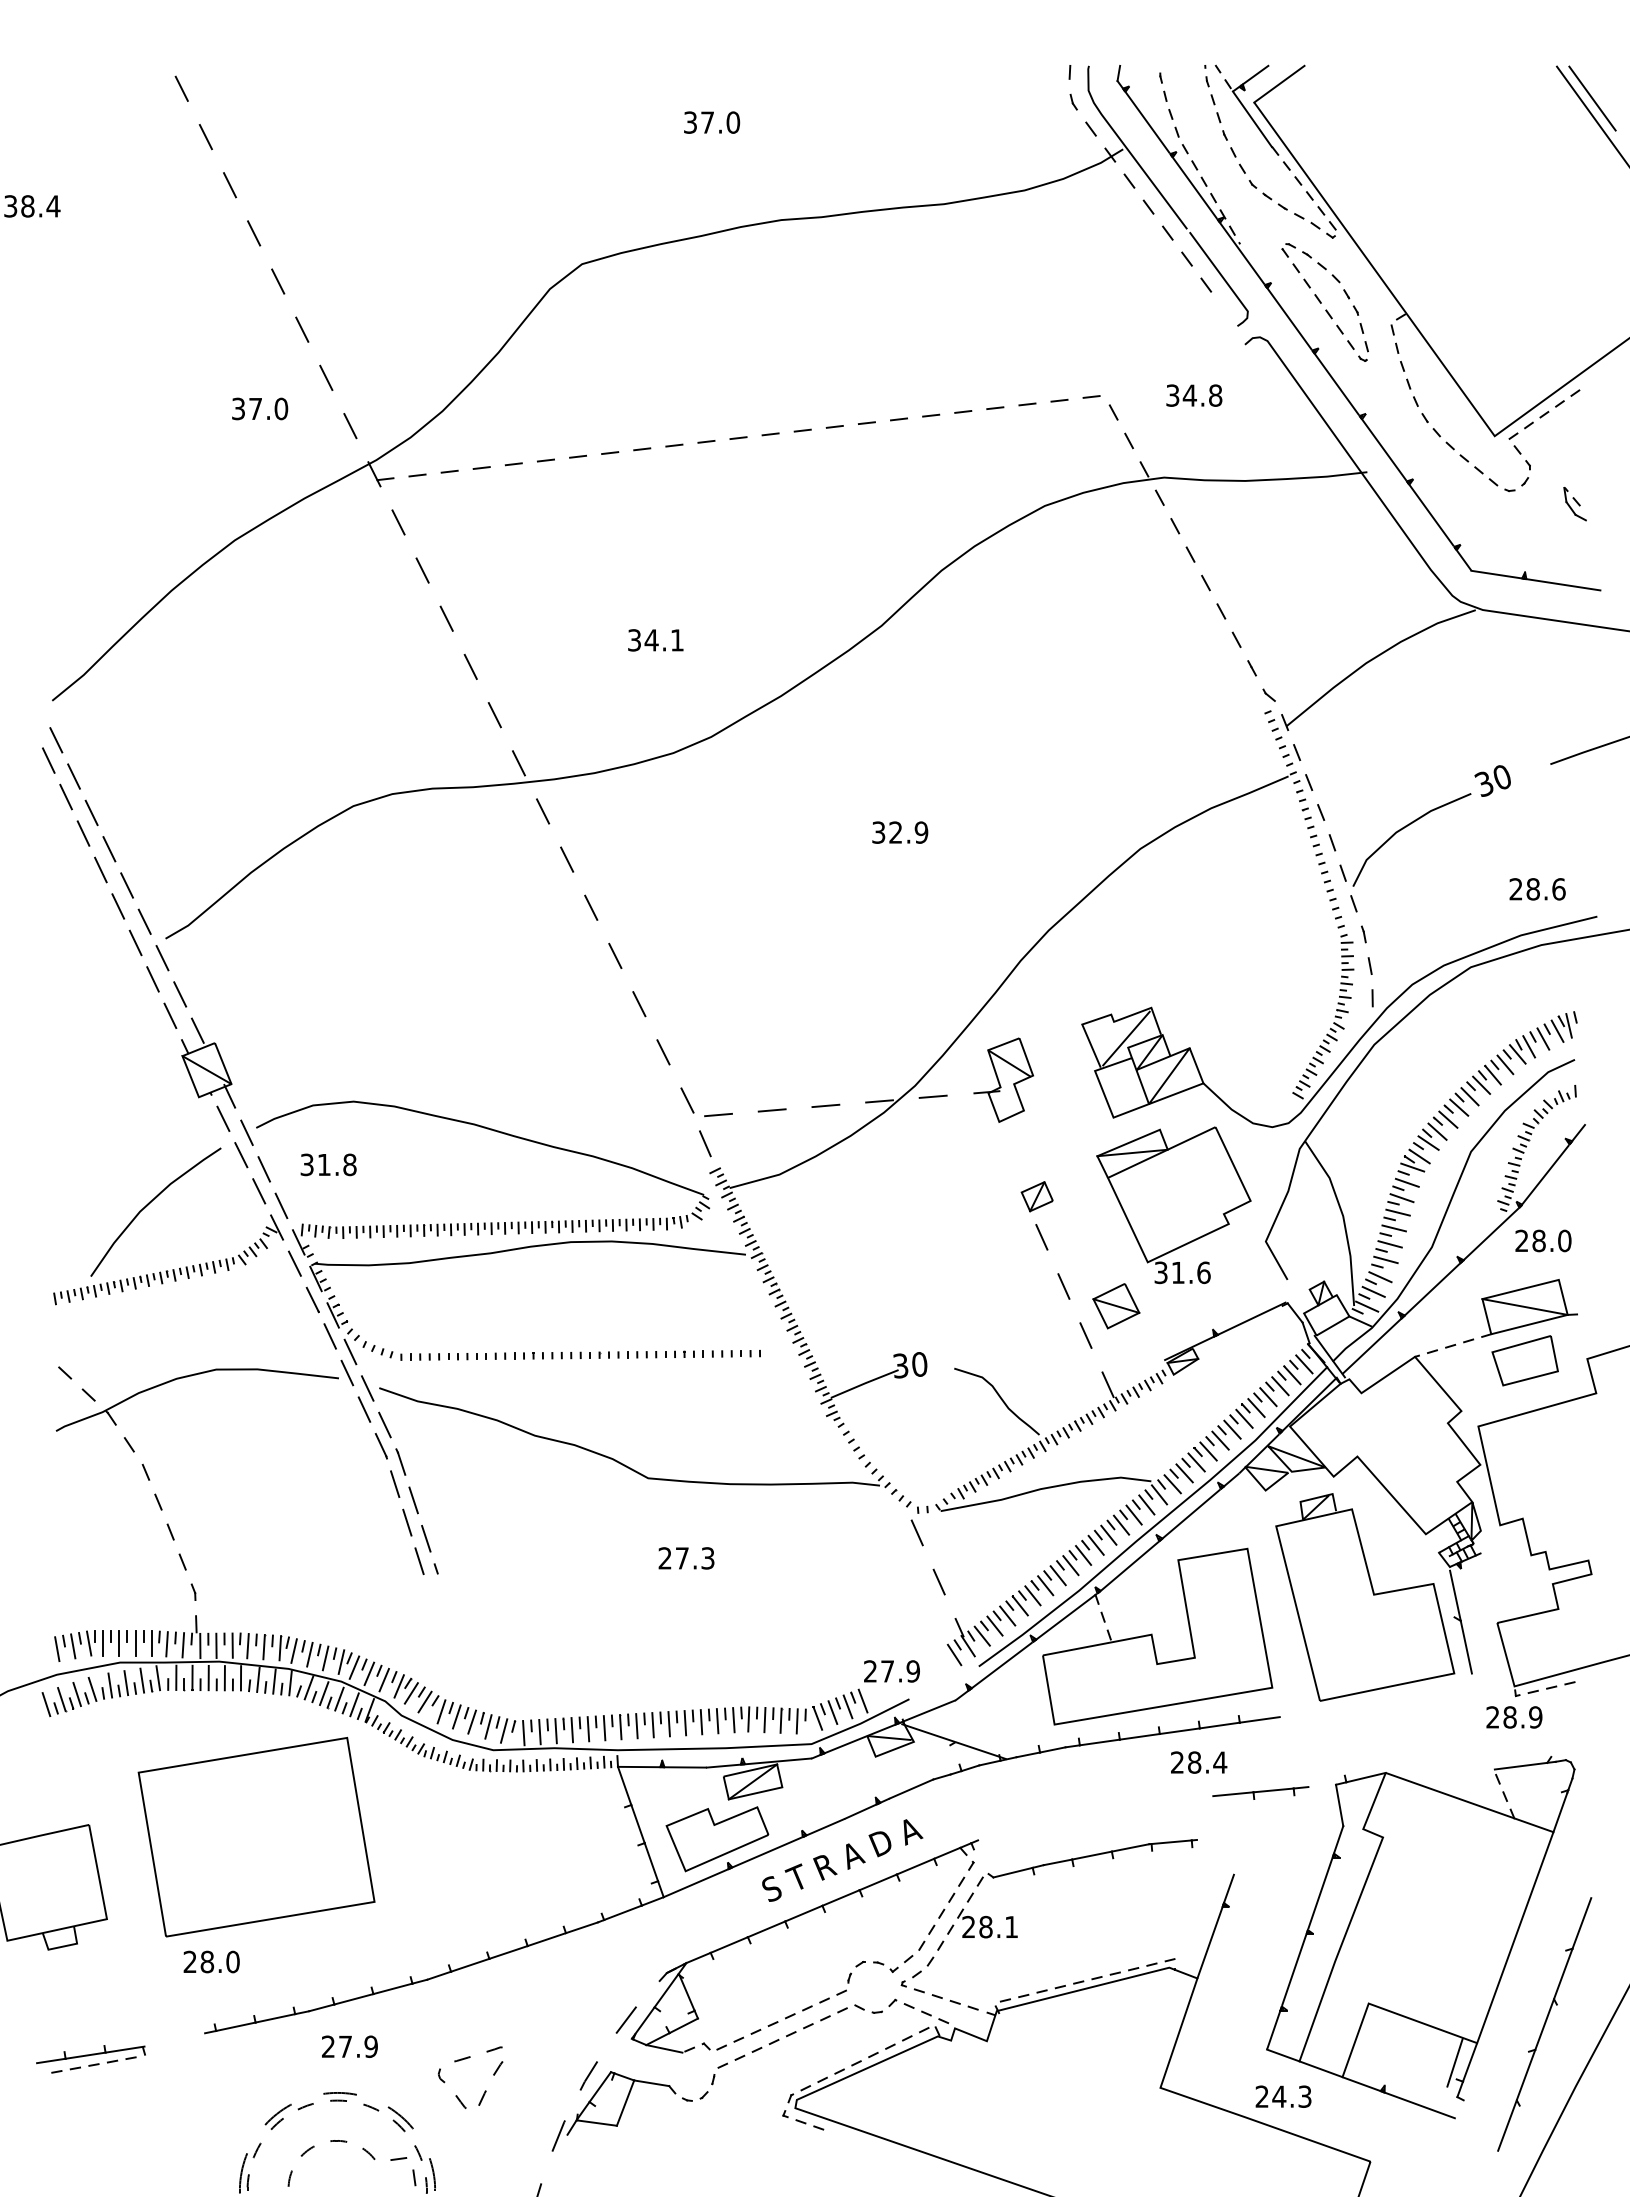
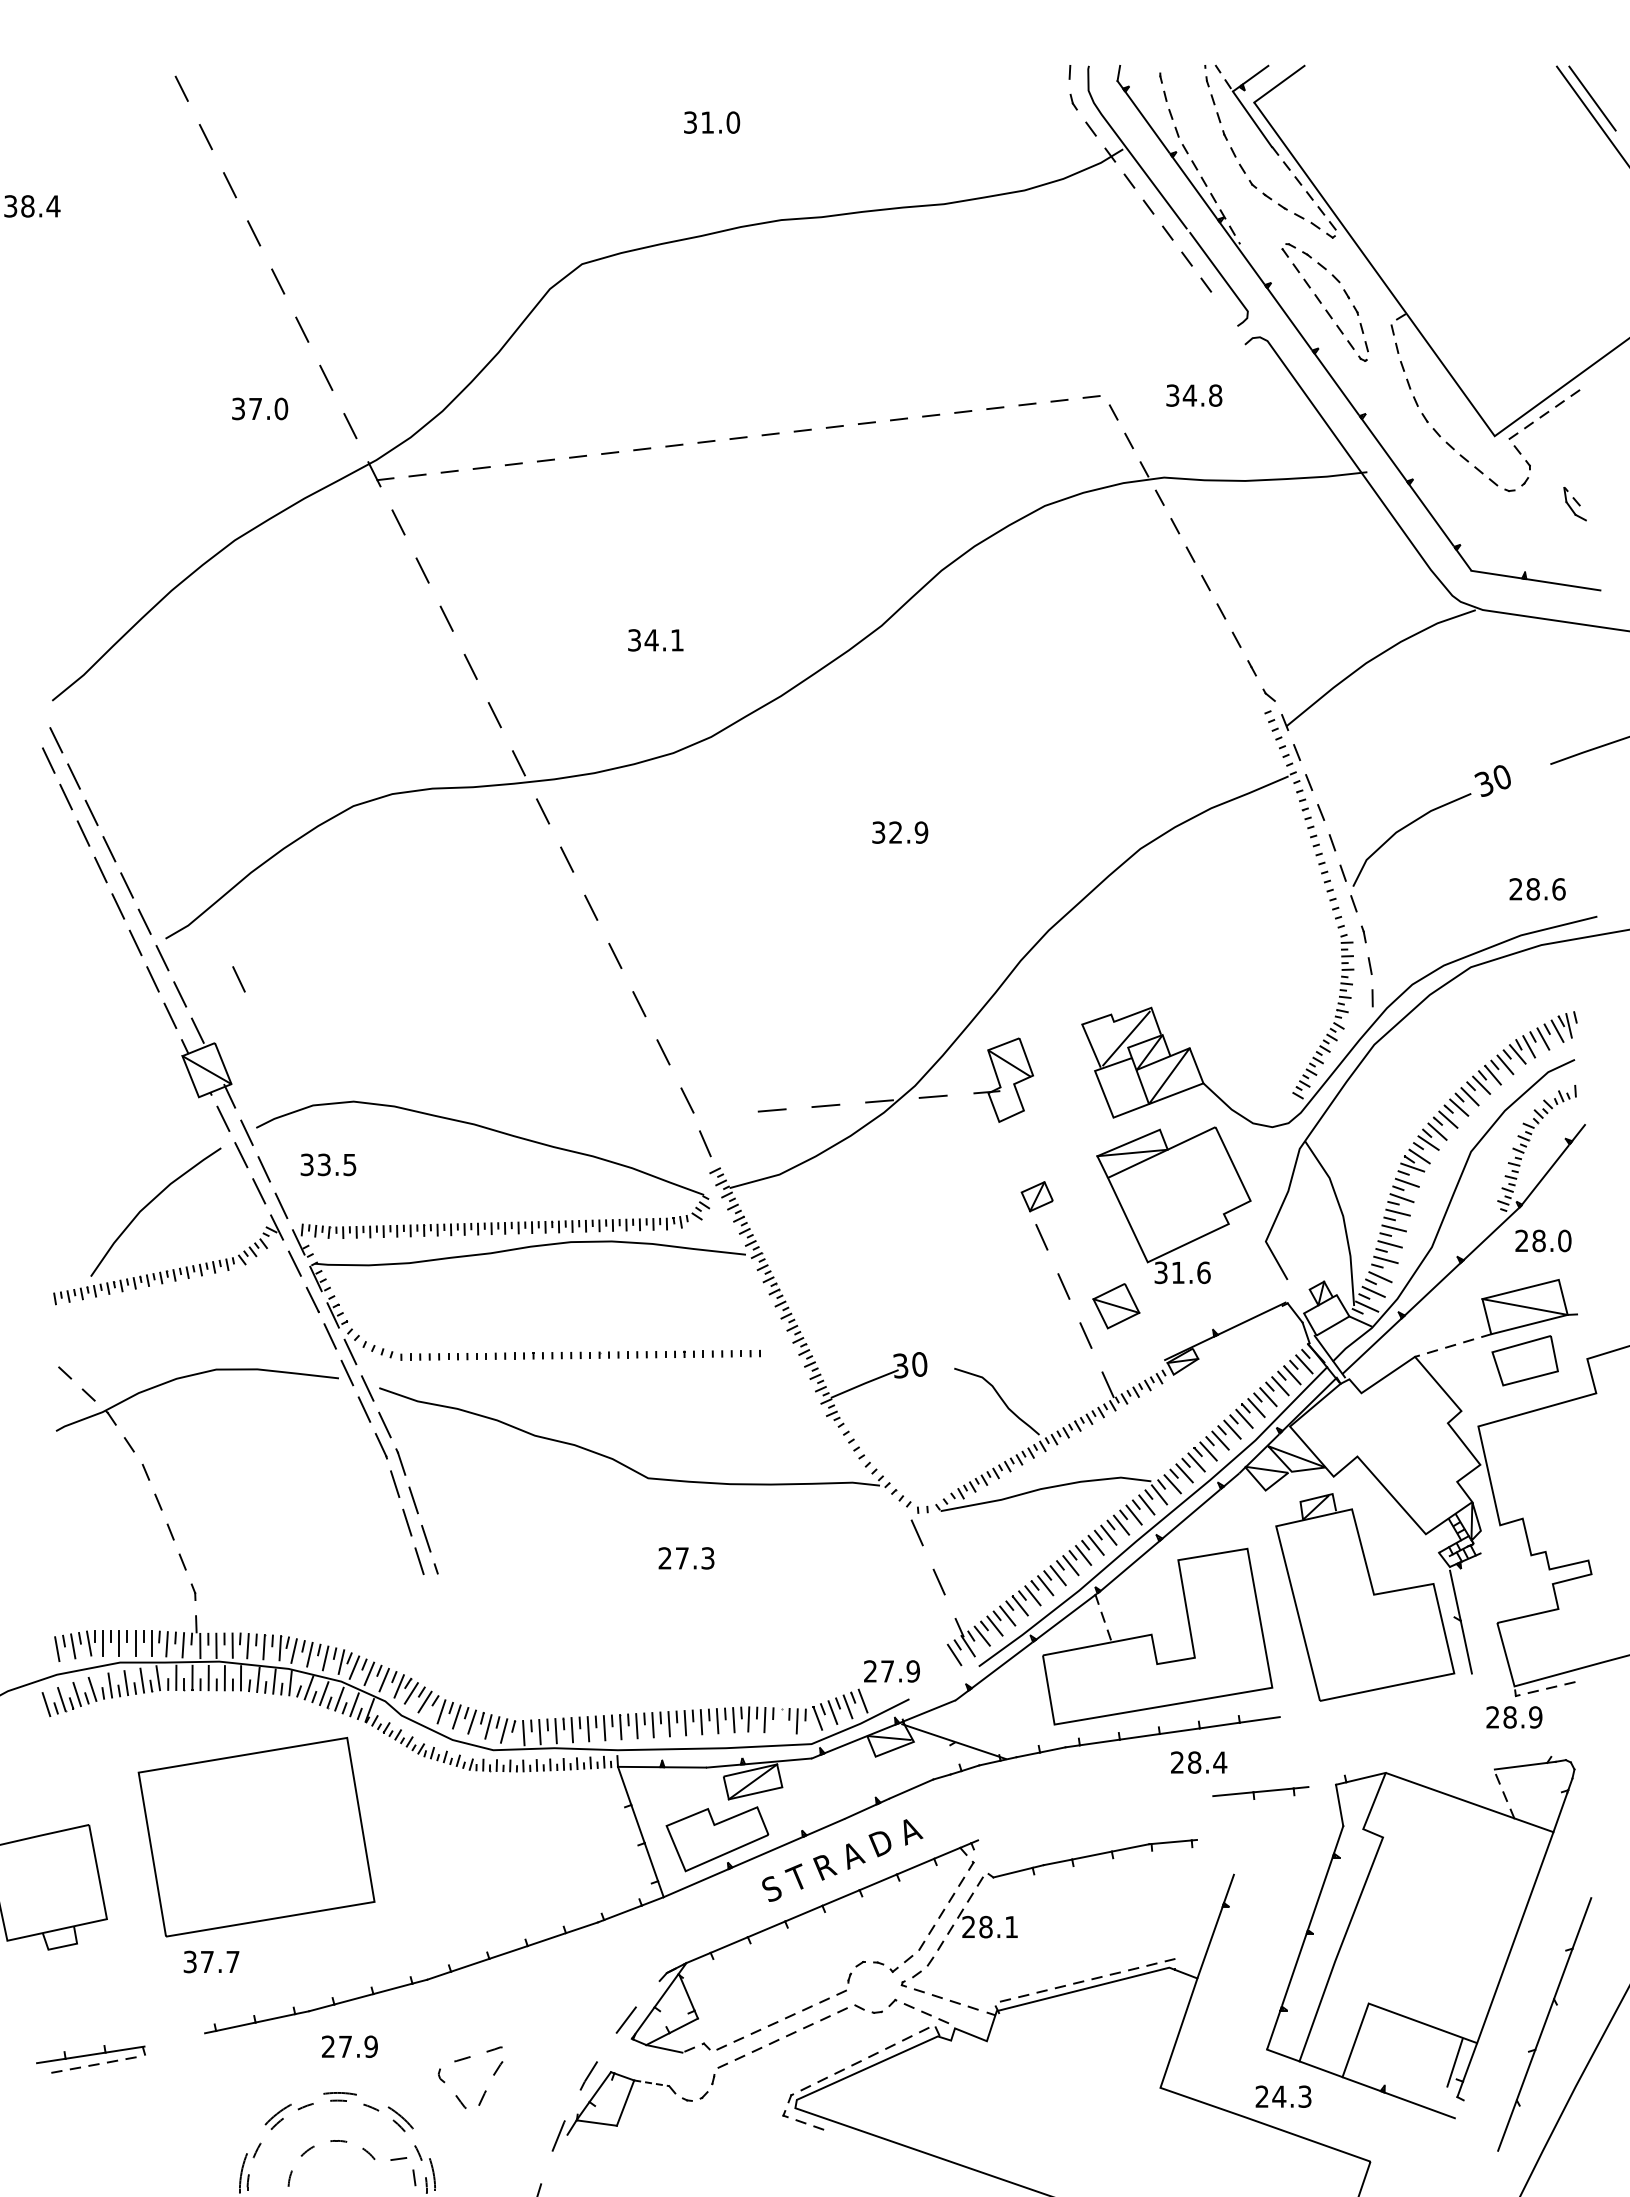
text at (707, 122): 37.0 -> 31.0
line at (238, 979): none -> present
line at (718, 1114): present -> none
text at (336, 1164): 31.8 -> 33.5
line at (780, 1720): present -> none
text at (211, 1961): 28.0 -> 37.7
line at (651, 2083): solid -> dashed
